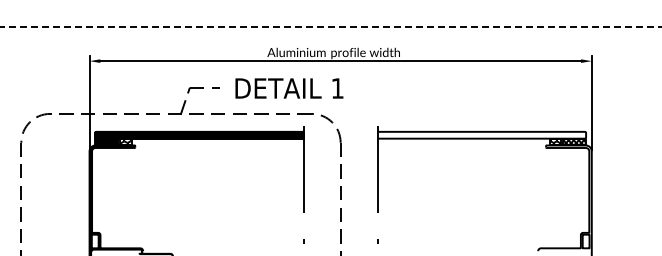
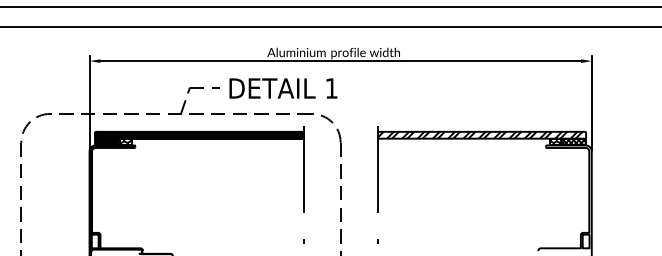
line at (330, 7): none -> present
line at (330, 26): dashed -> solid
text at (289, 88) position: (289, 88) -> (283, 88)
hatch at (479, 134): none -> present
